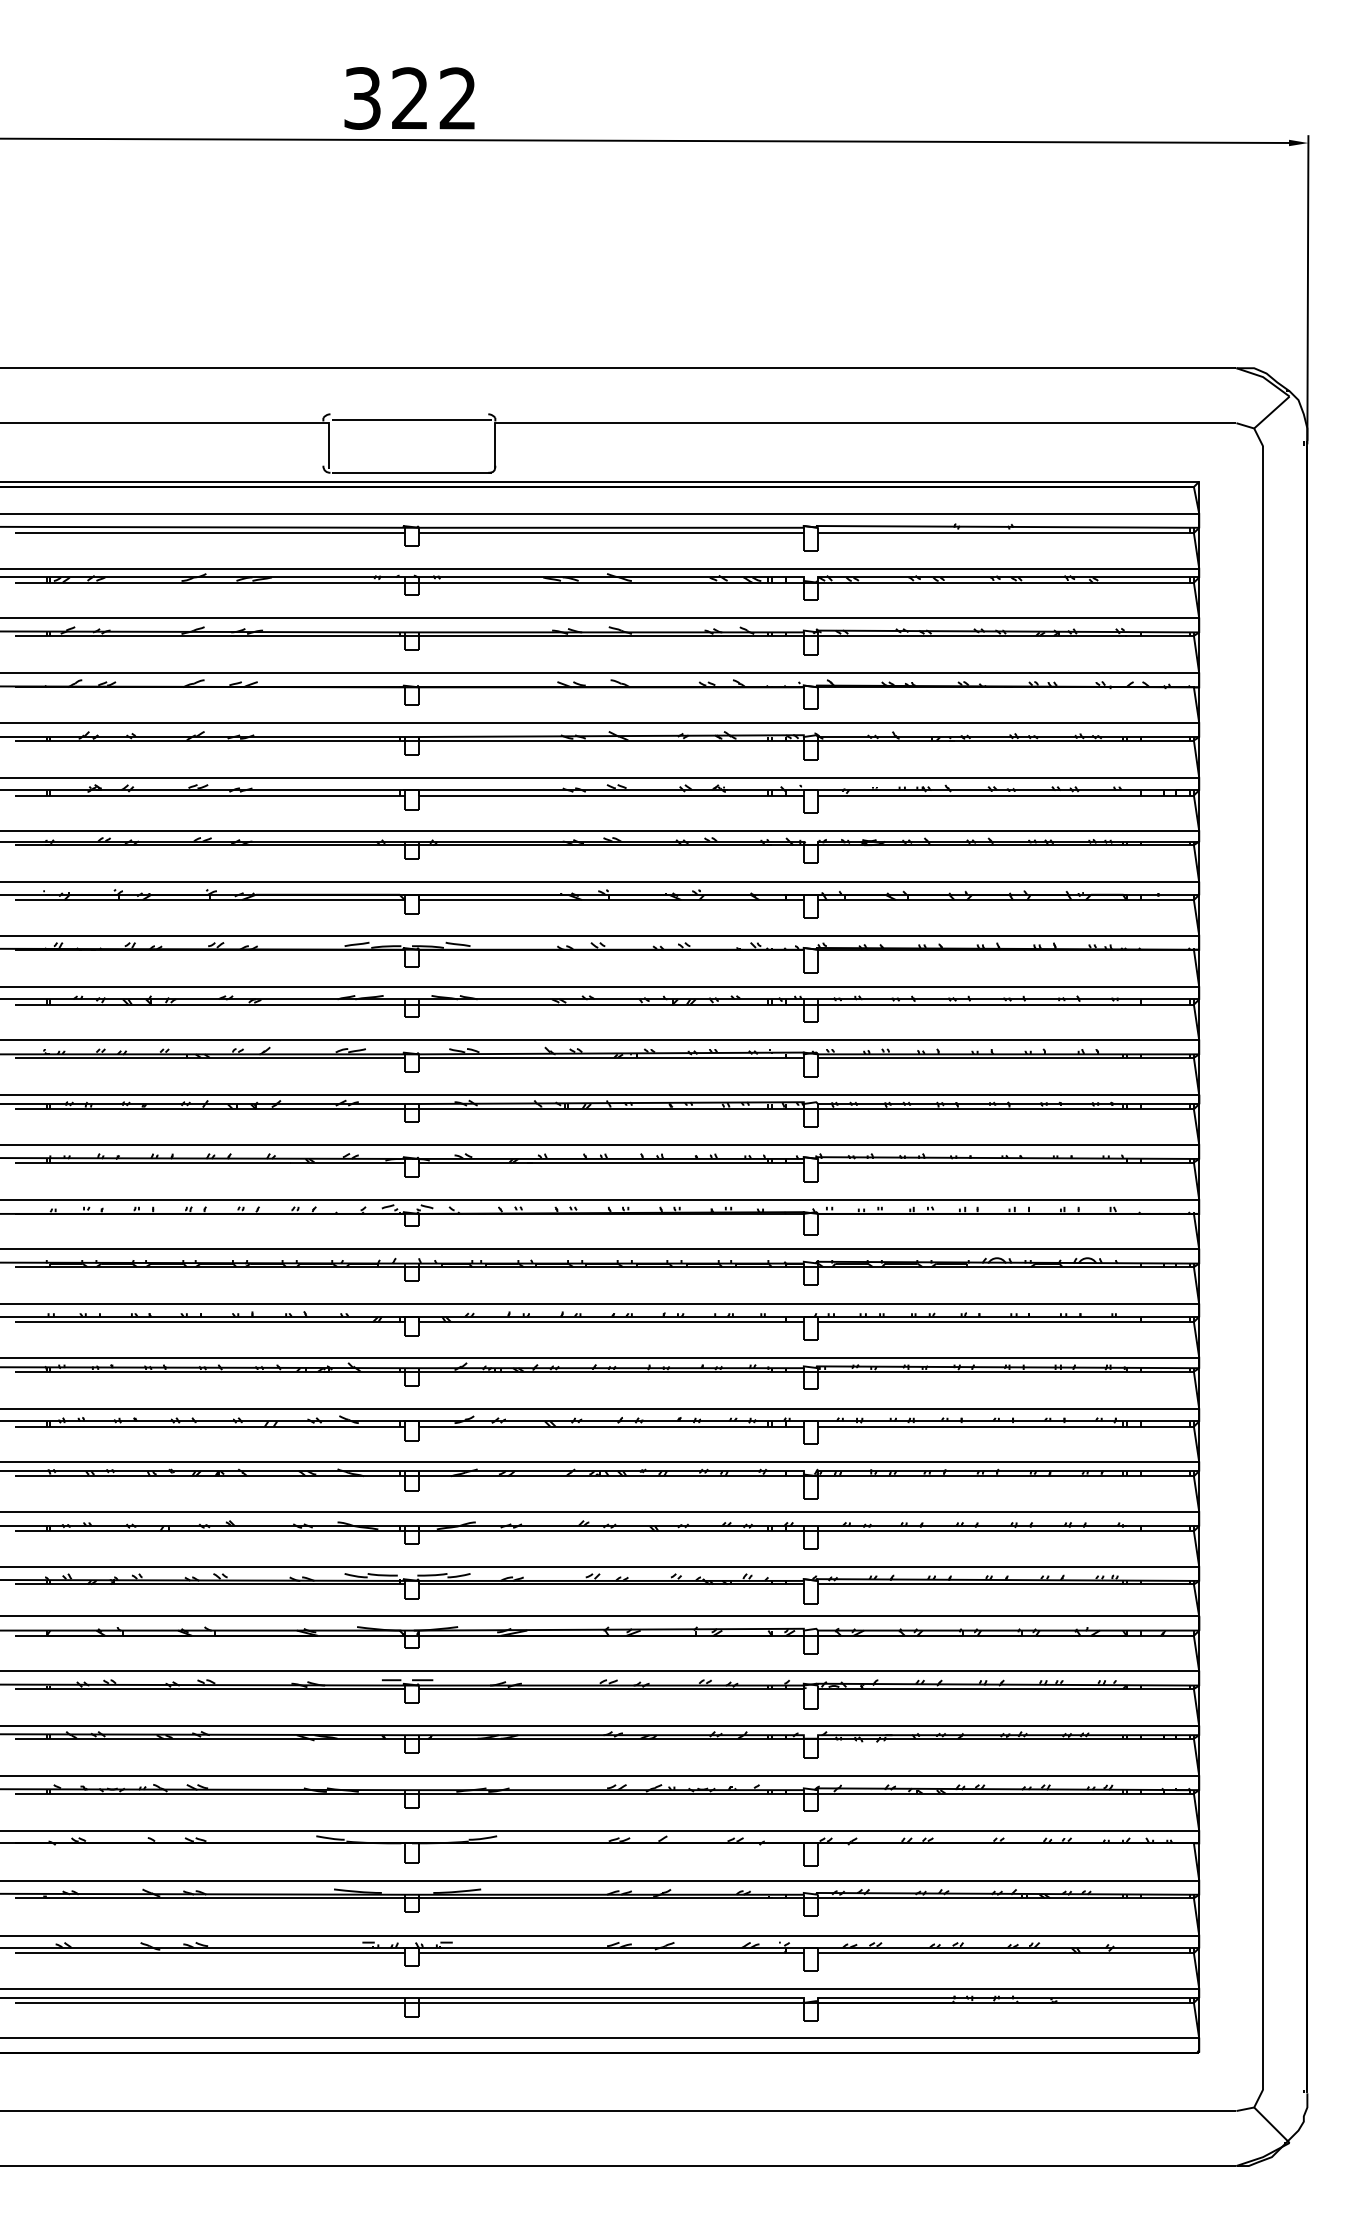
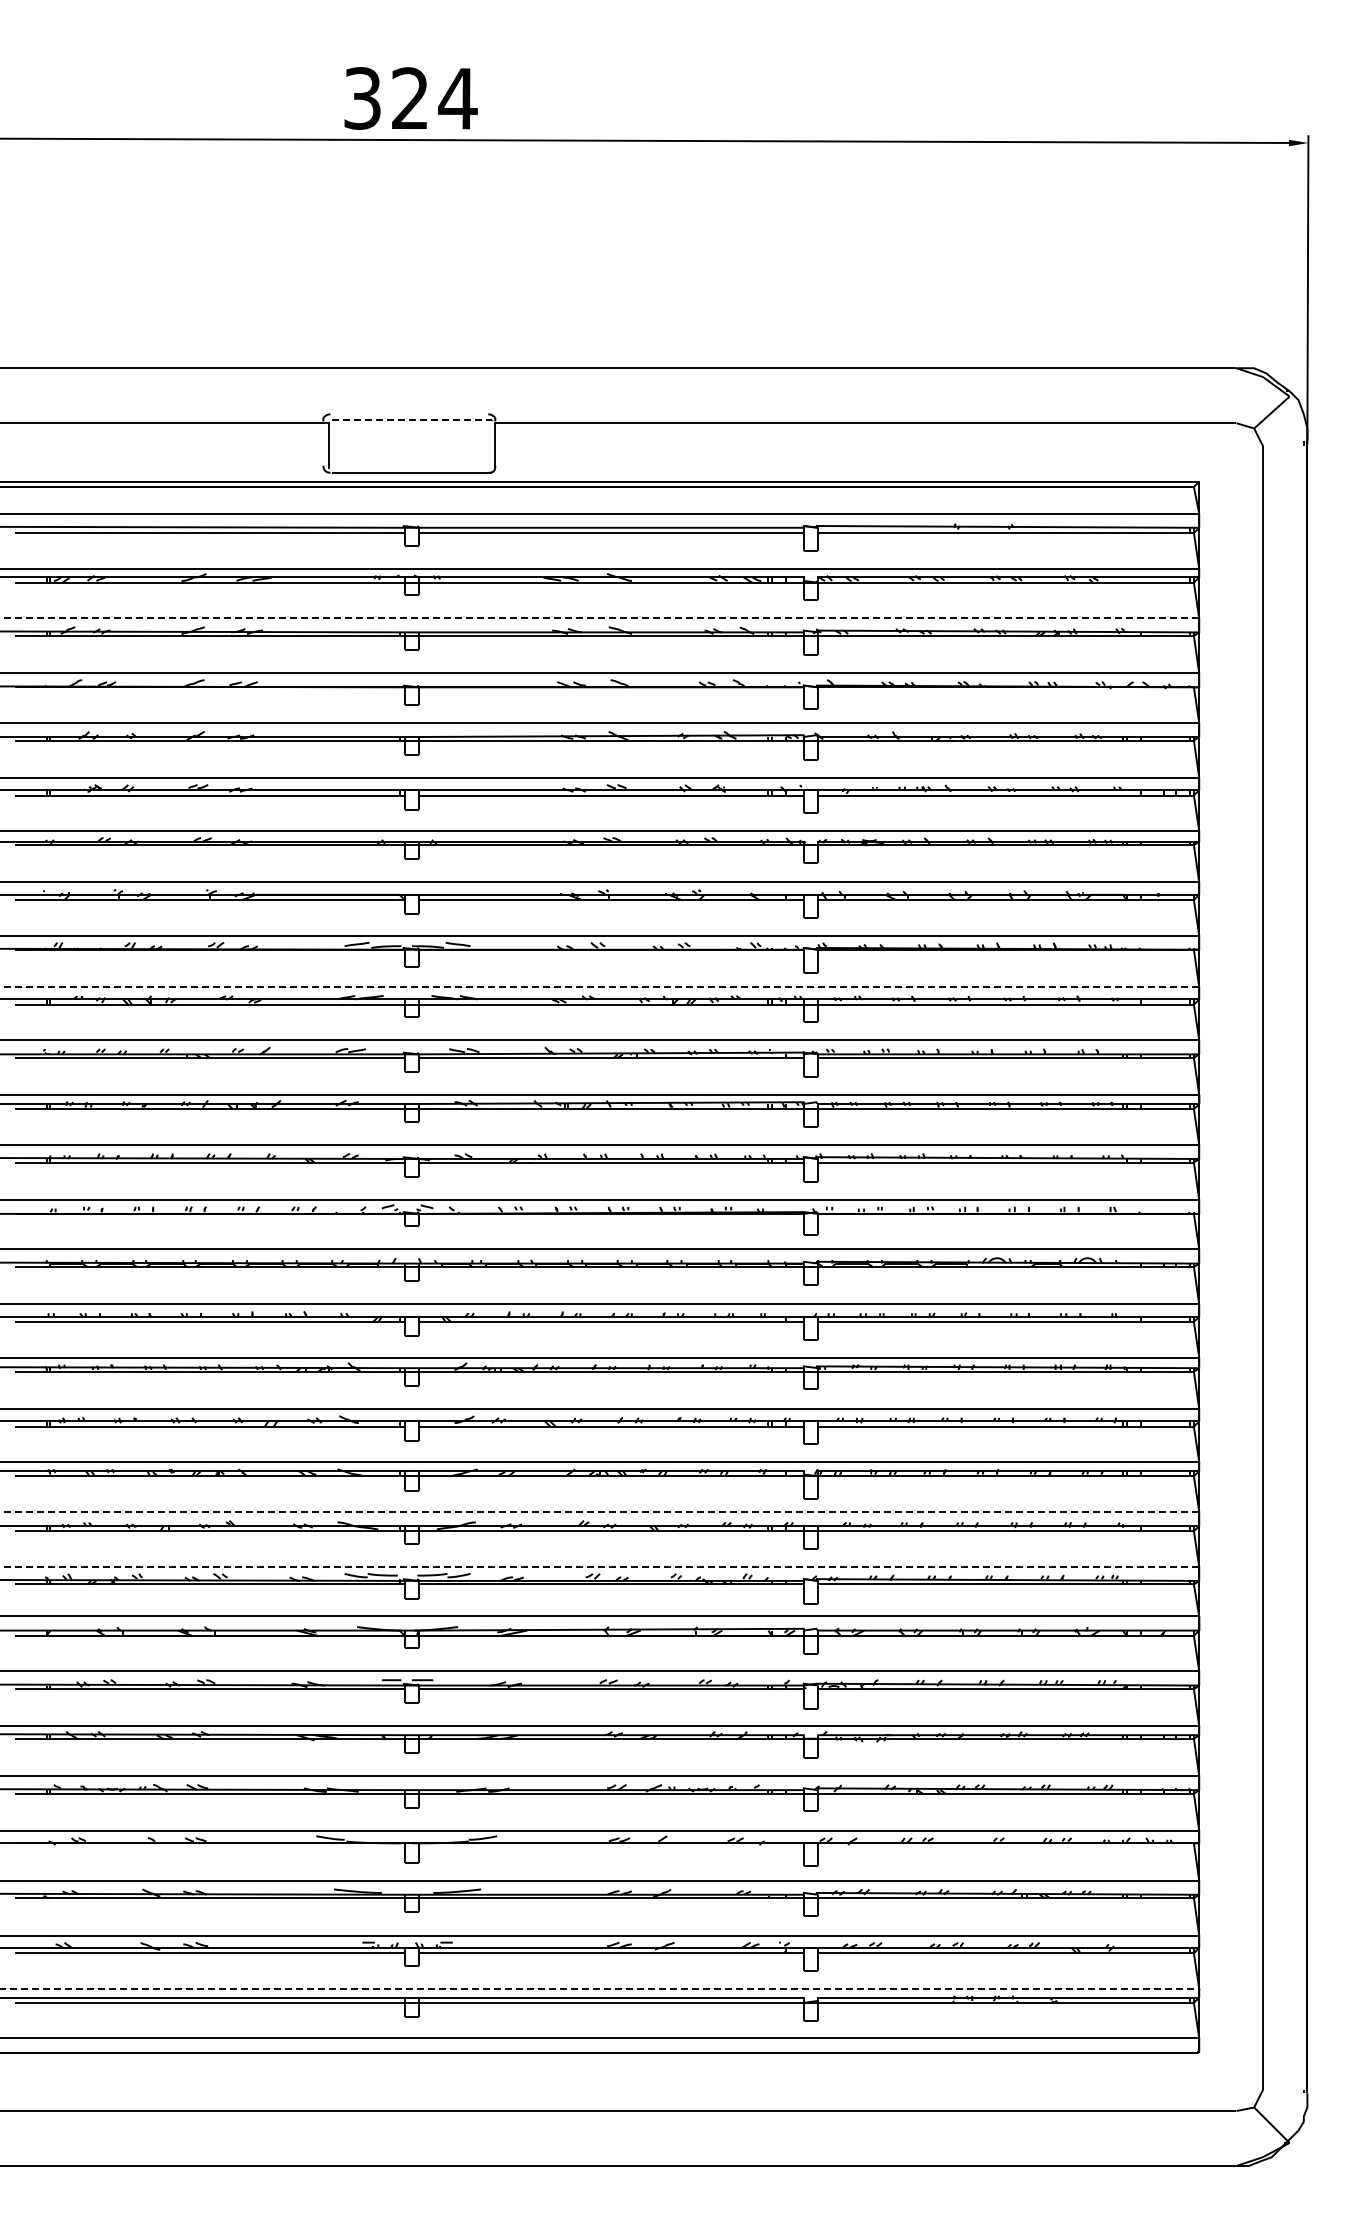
text at (457, 98): 322 -> 324
line at (413, 419): solid -> dashed
line at (599, 618): solid -> dashed
line at (599, 986): solid -> dashed
line at (599, 1511): solid -> dashed
line at (599, 1566): solid -> dashed
line at (600, 1988): solid -> dashed
